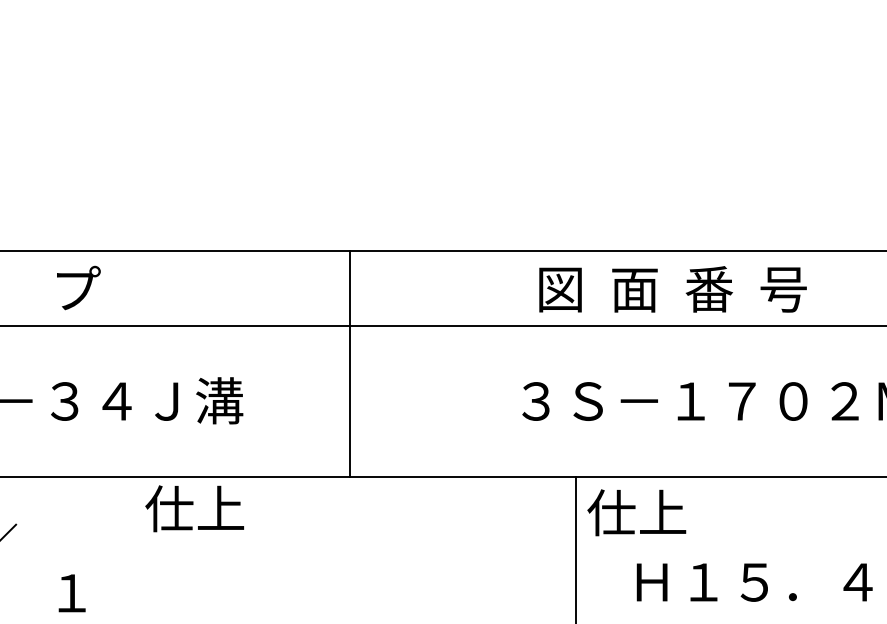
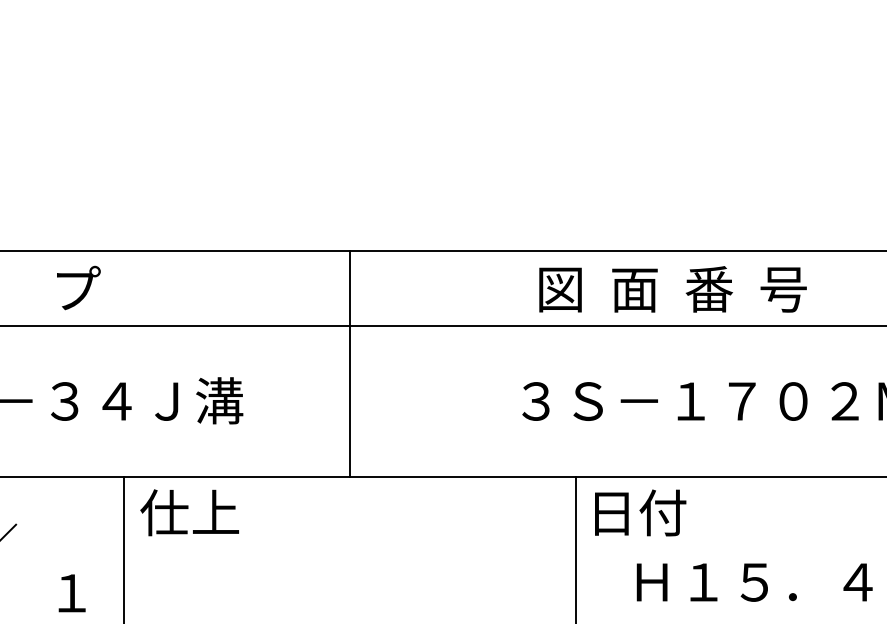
text at (194, 508) position: (194, 508) -> (189, 512)
text at (636, 512): 仕上 -> 日付
line at (124, 548): none -> present
